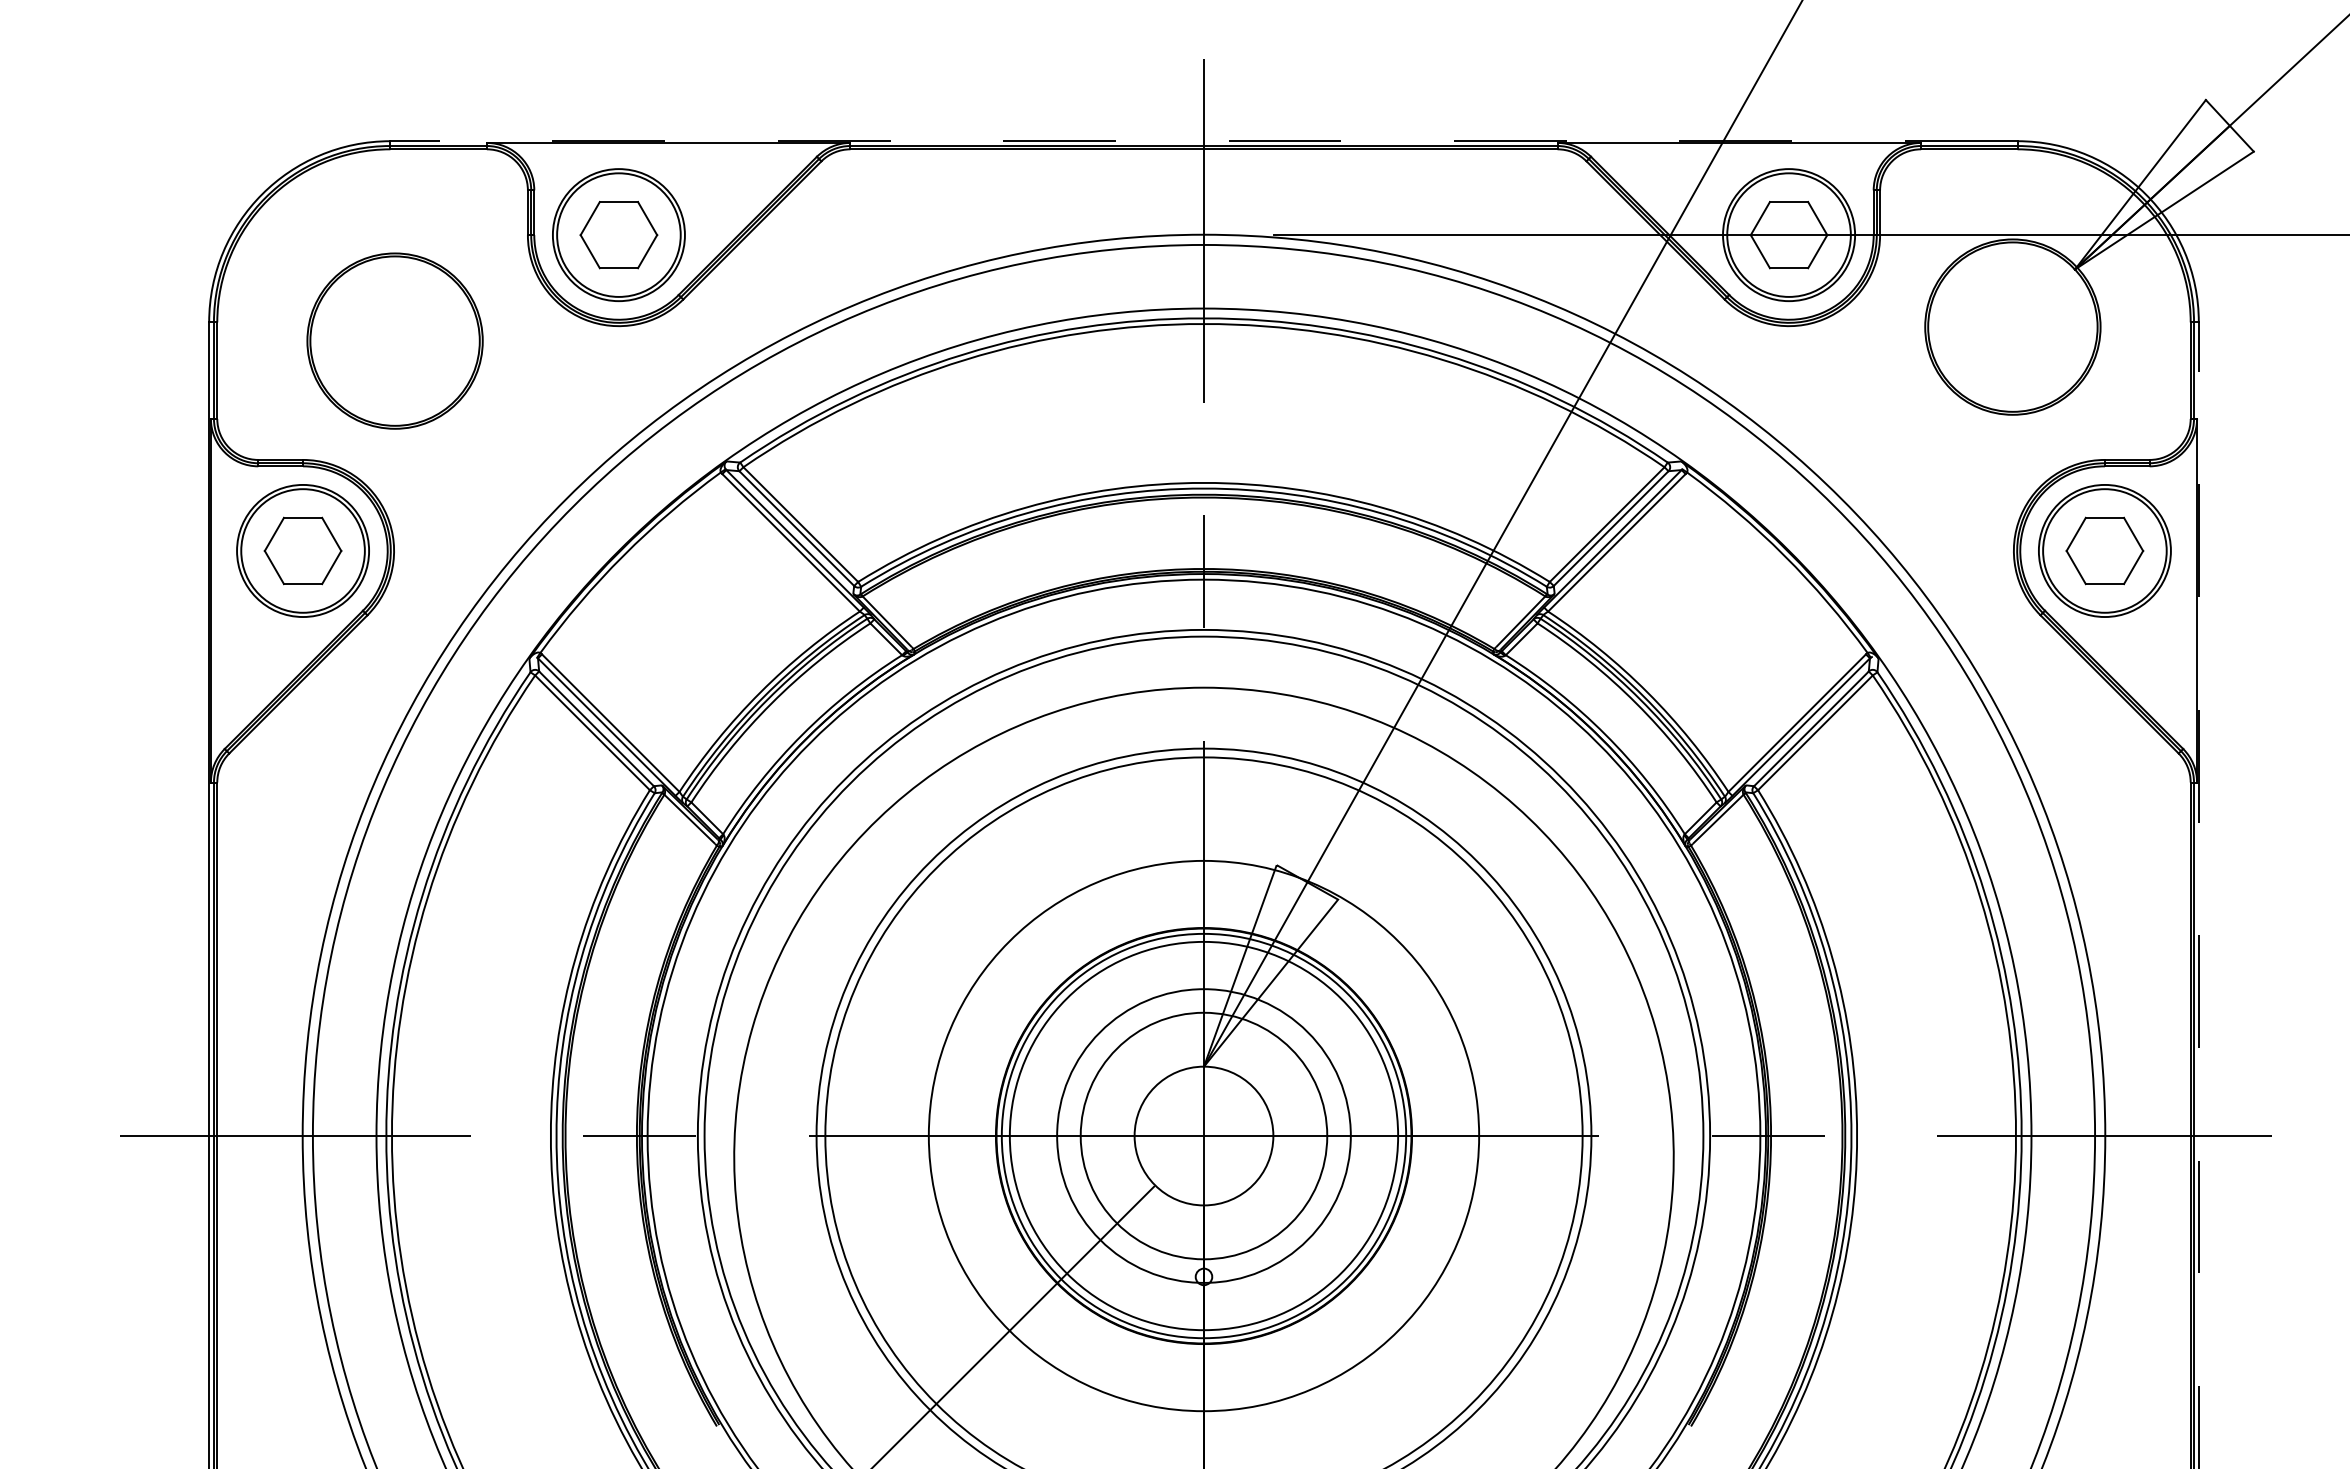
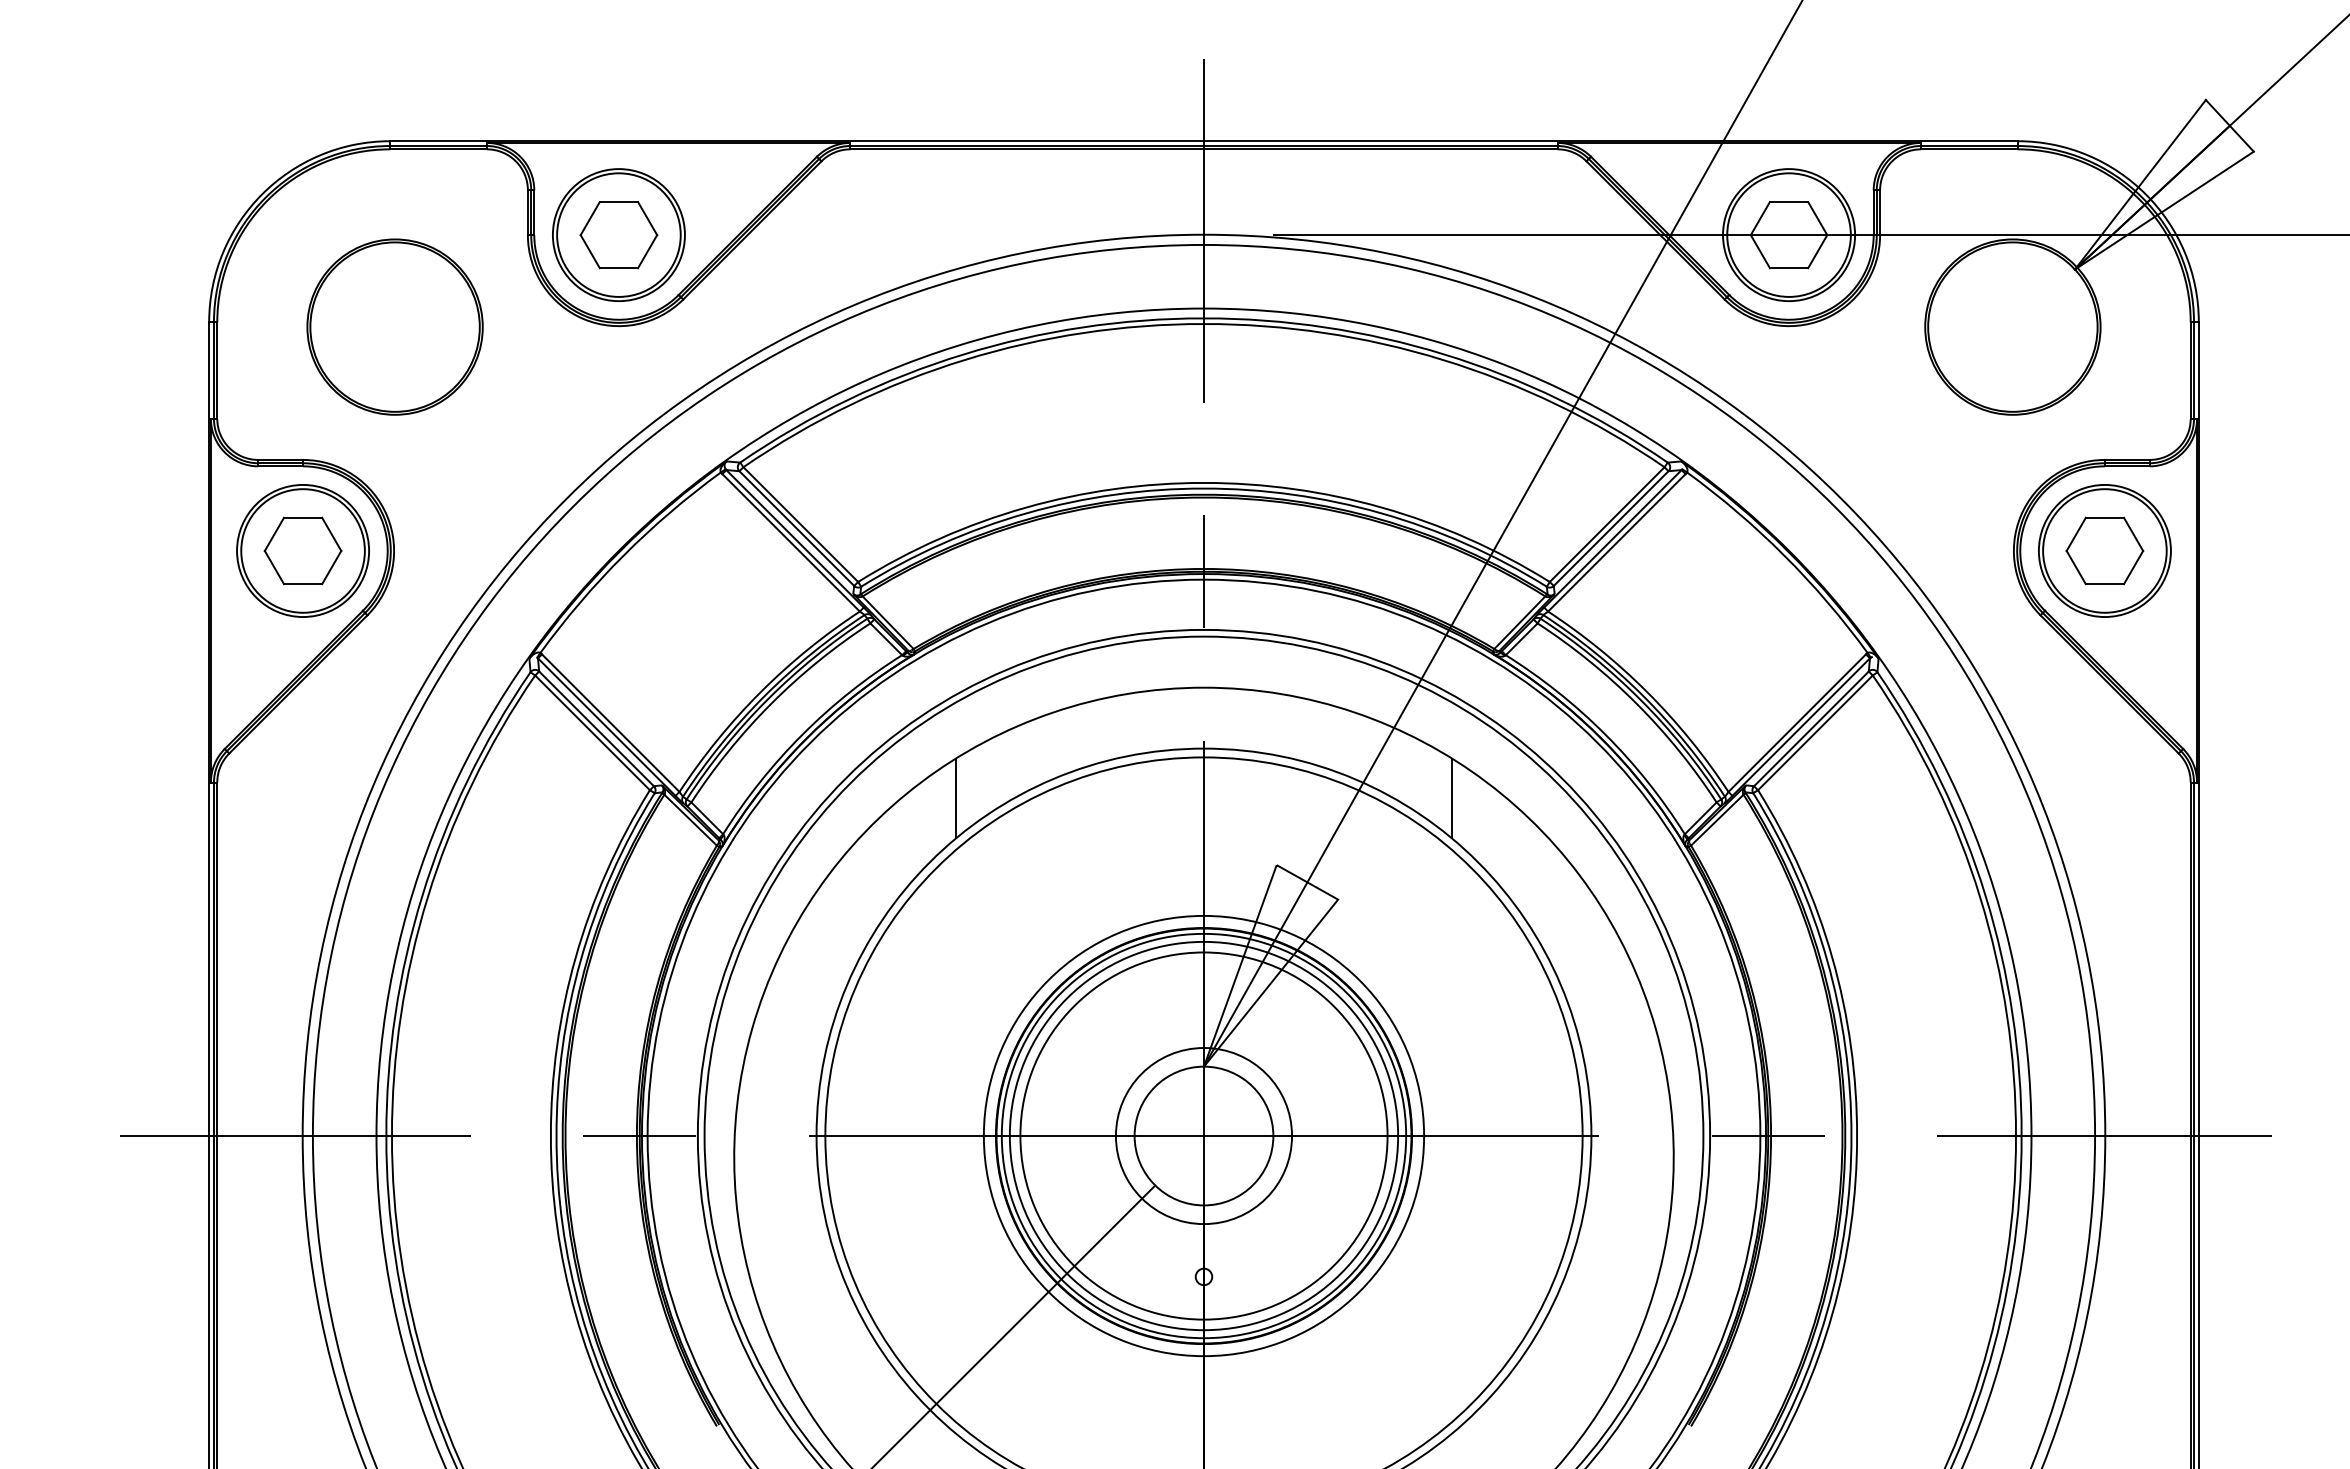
line at (1204, 141): dashed -> solid
part at (394, 340) position: (394, 340) -> (394, 326)
line at (956, 798): none -> present
line at (1451, 798): none -> present
line at (2198, 895): dashed -> solid
circle at (1203, 1135) diameter: 247 px -> 176 px
circle at (1203, 1135) diameter: 294 px -> 367 px
circle at (1203, 1135) diameter: 550 px -> 440 px
